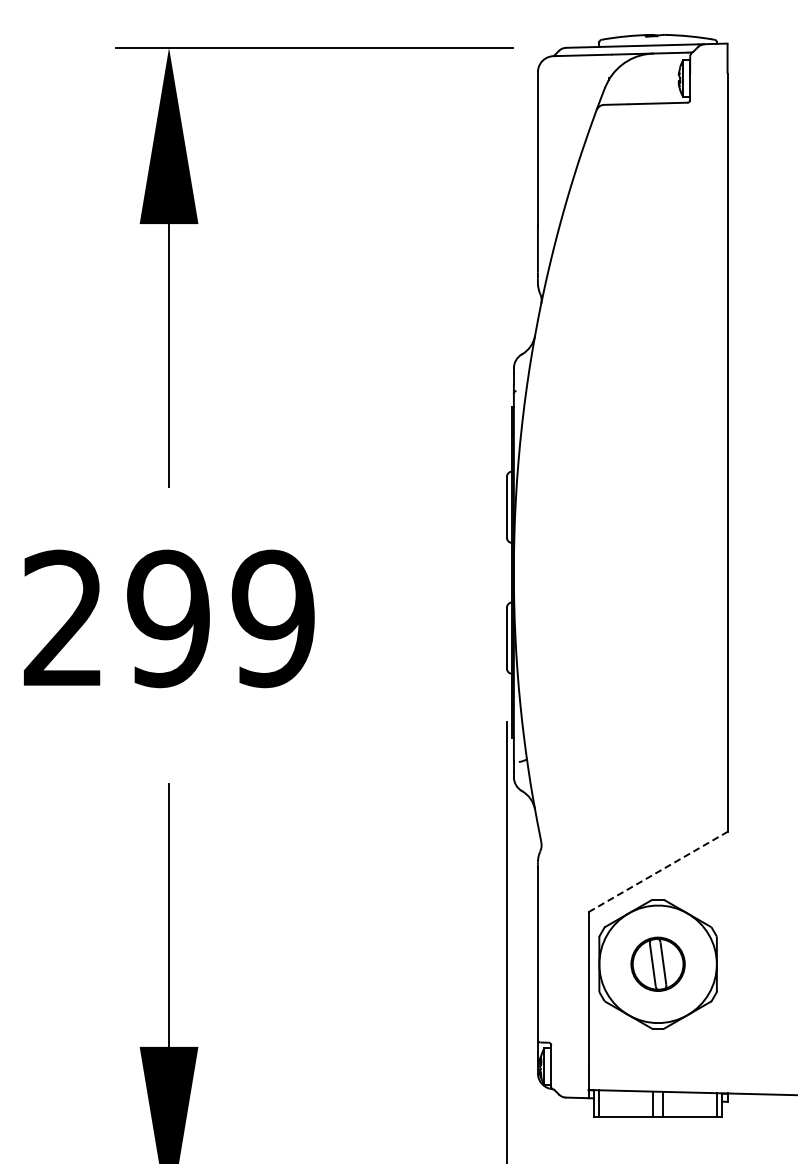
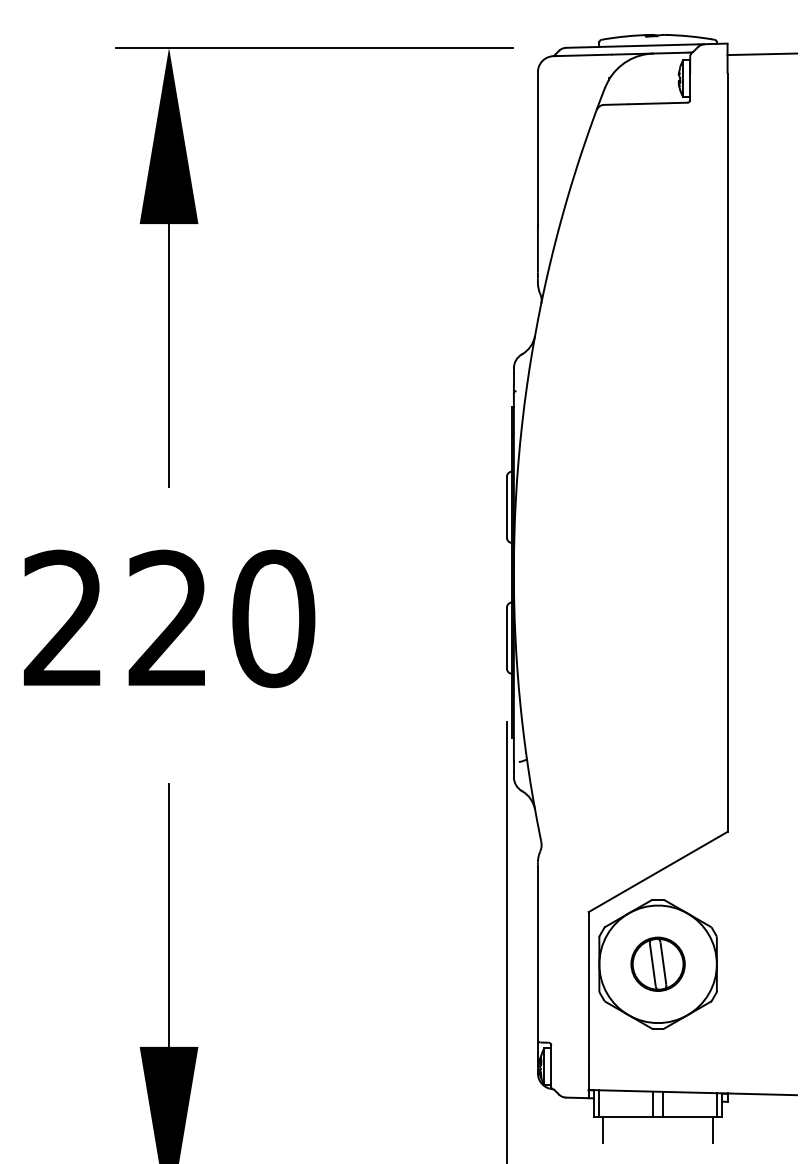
line at (762, 54): none -> present
text at (221, 618): 299 -> 220
line at (658, 871): dashed -> solid
line at (603, 1129): none -> present
line at (712, 1129): none -> present
